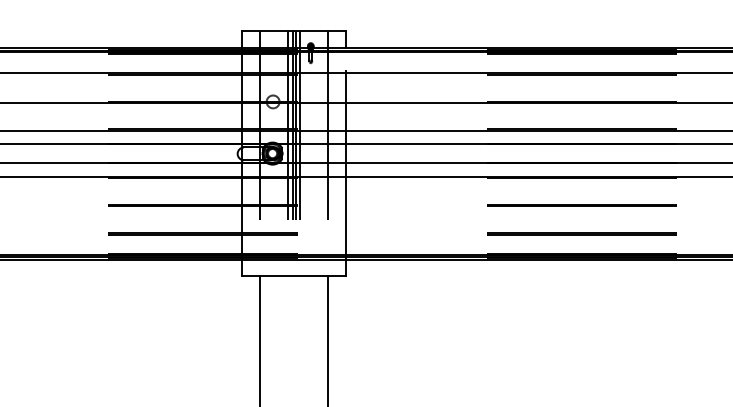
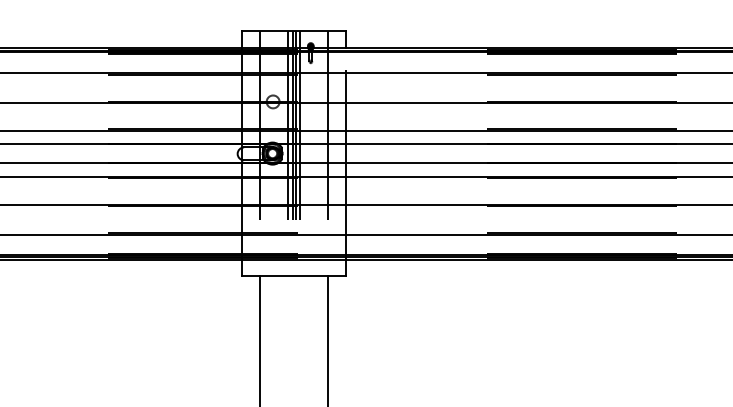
line at (366, 204): dashed -> solid
line at (366, 234): dashed -> solid
